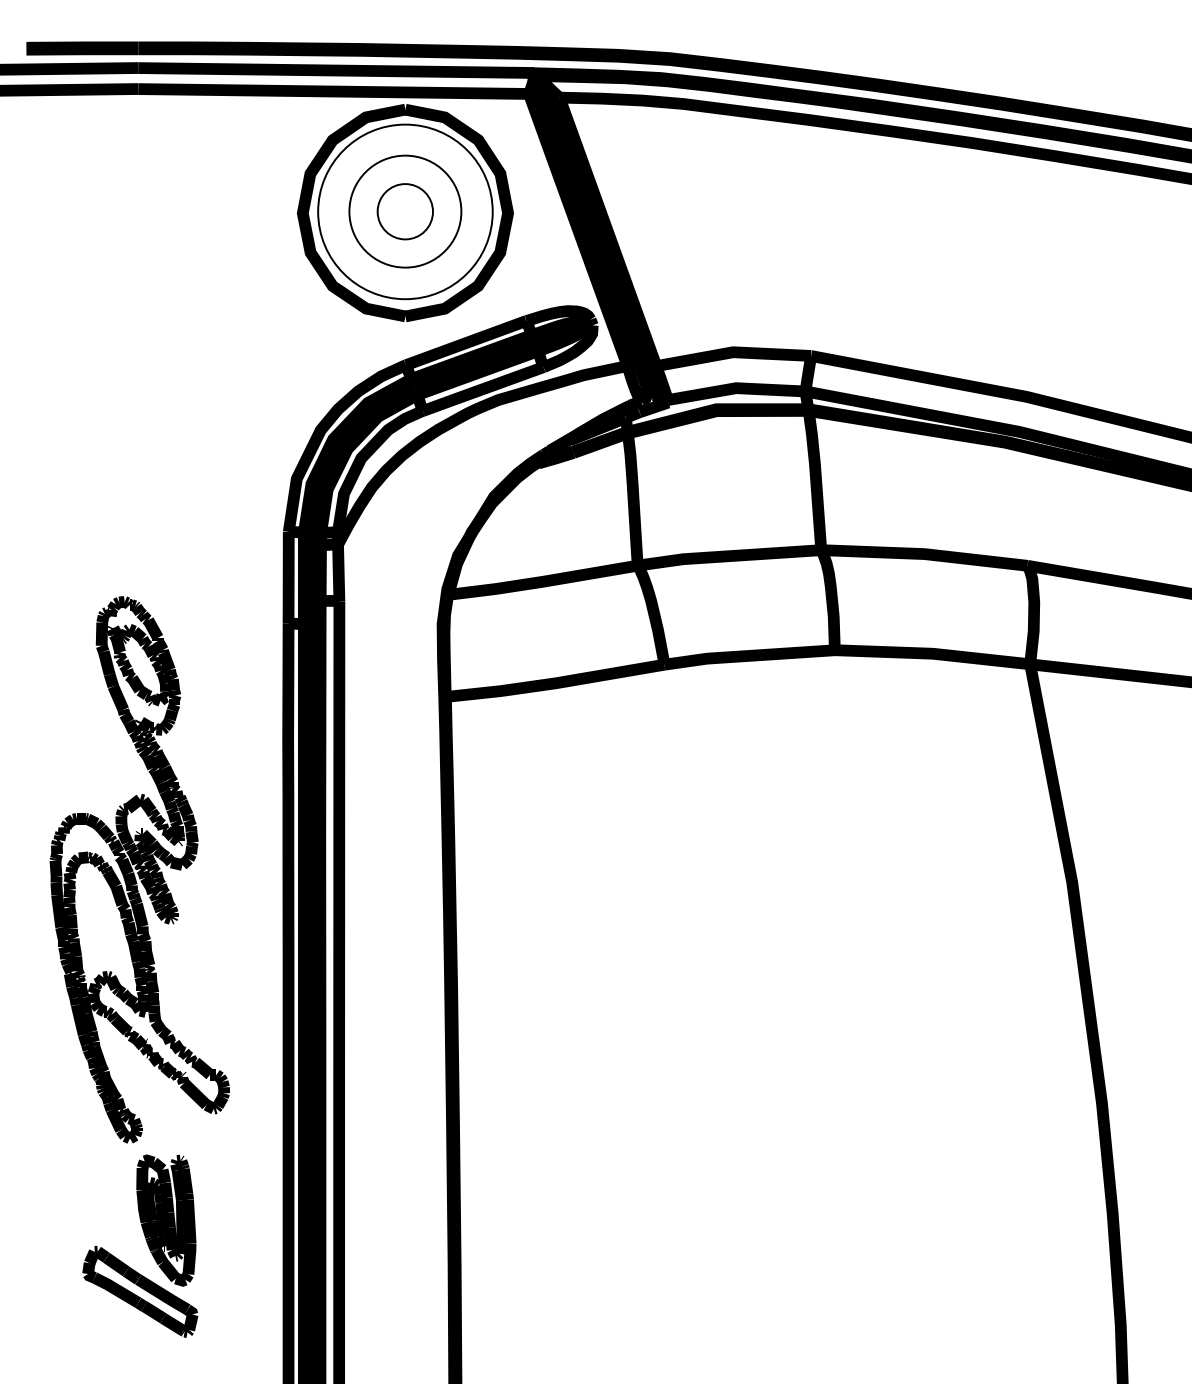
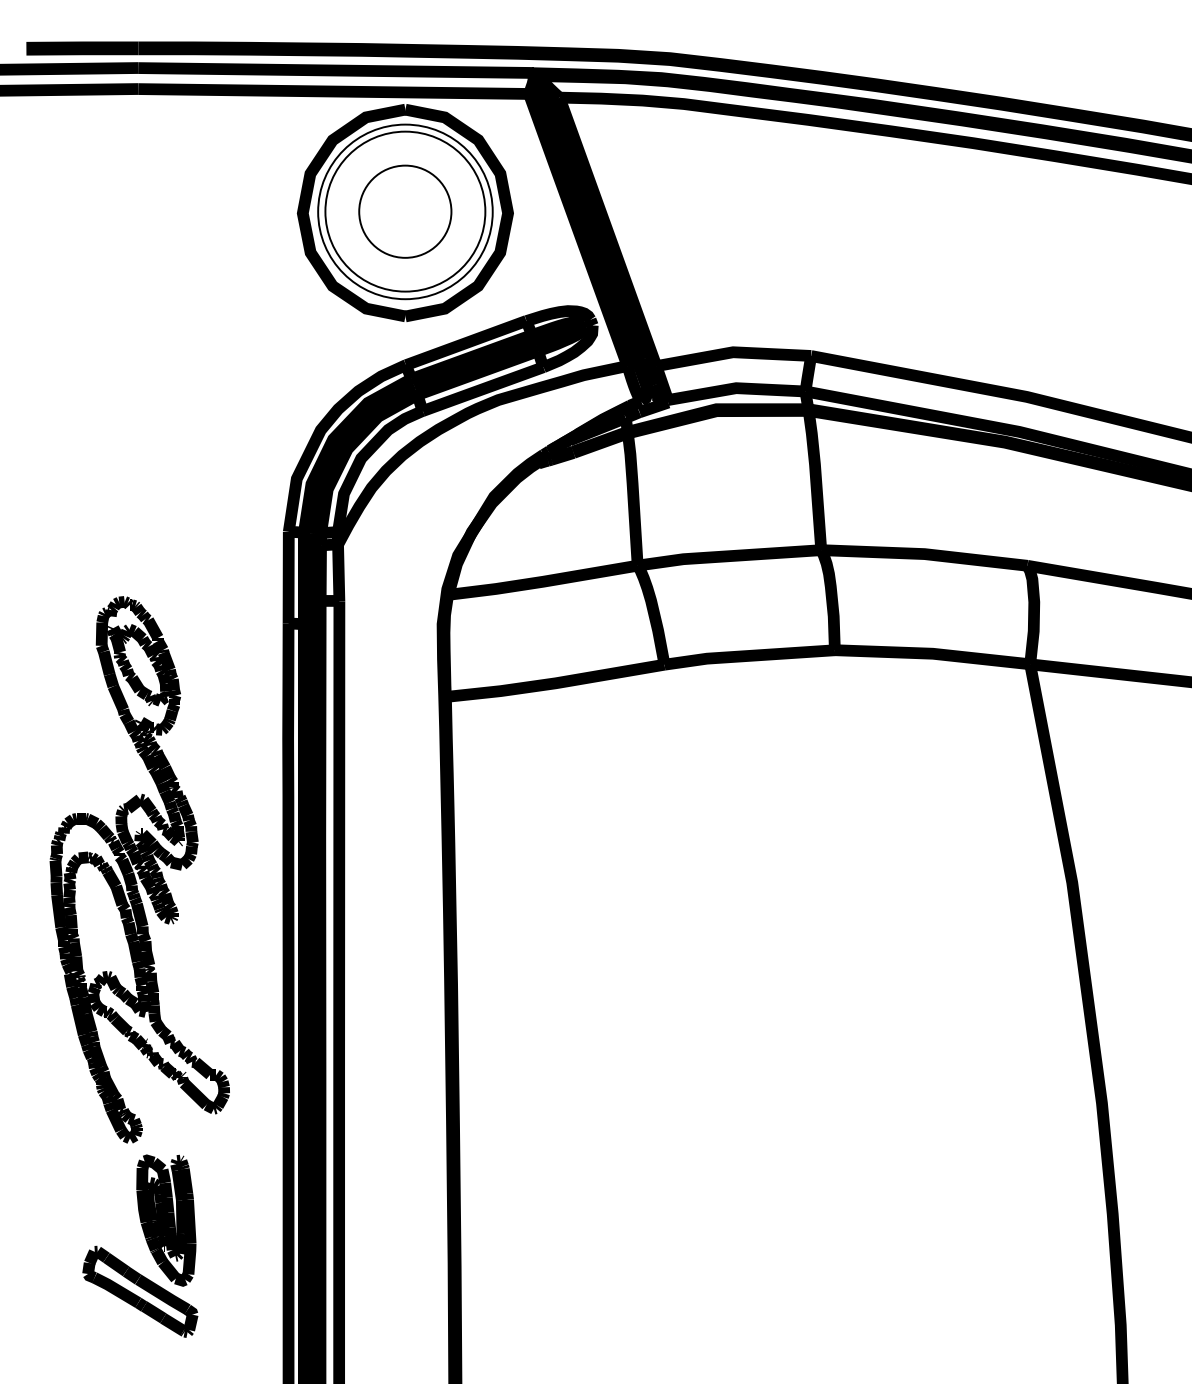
circle at (405, 211) diameter: 112 px -> 160 px
circle at (405, 211) diameter: 55 px -> 92 px
